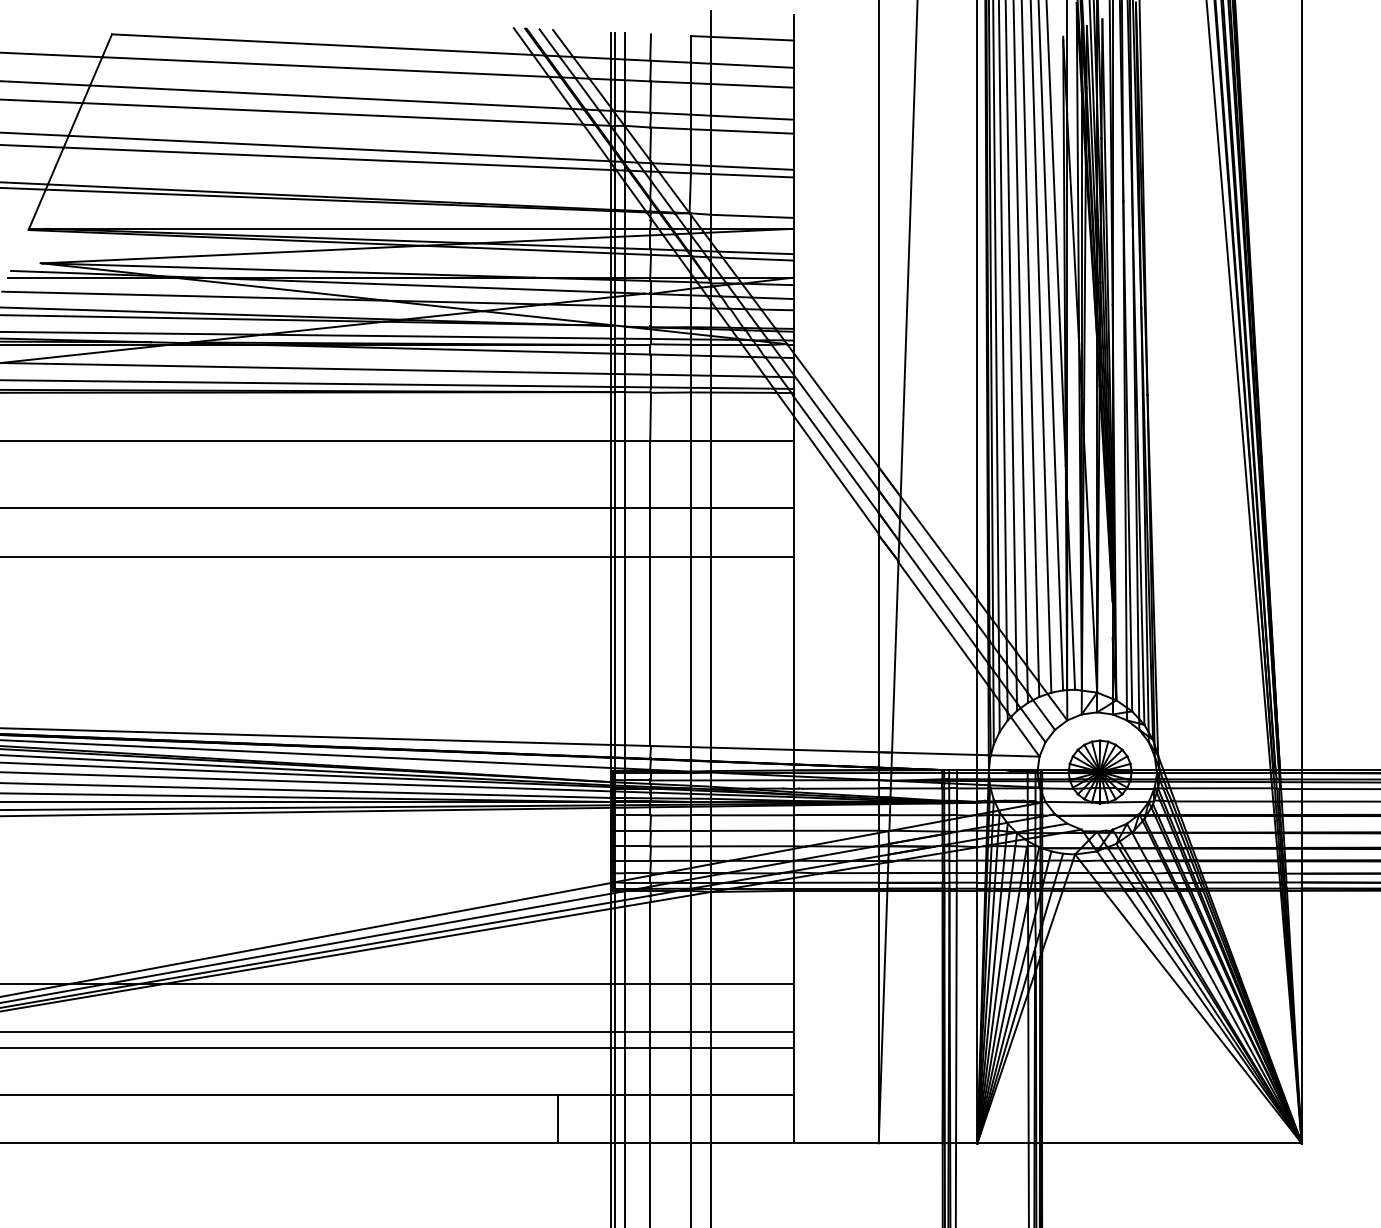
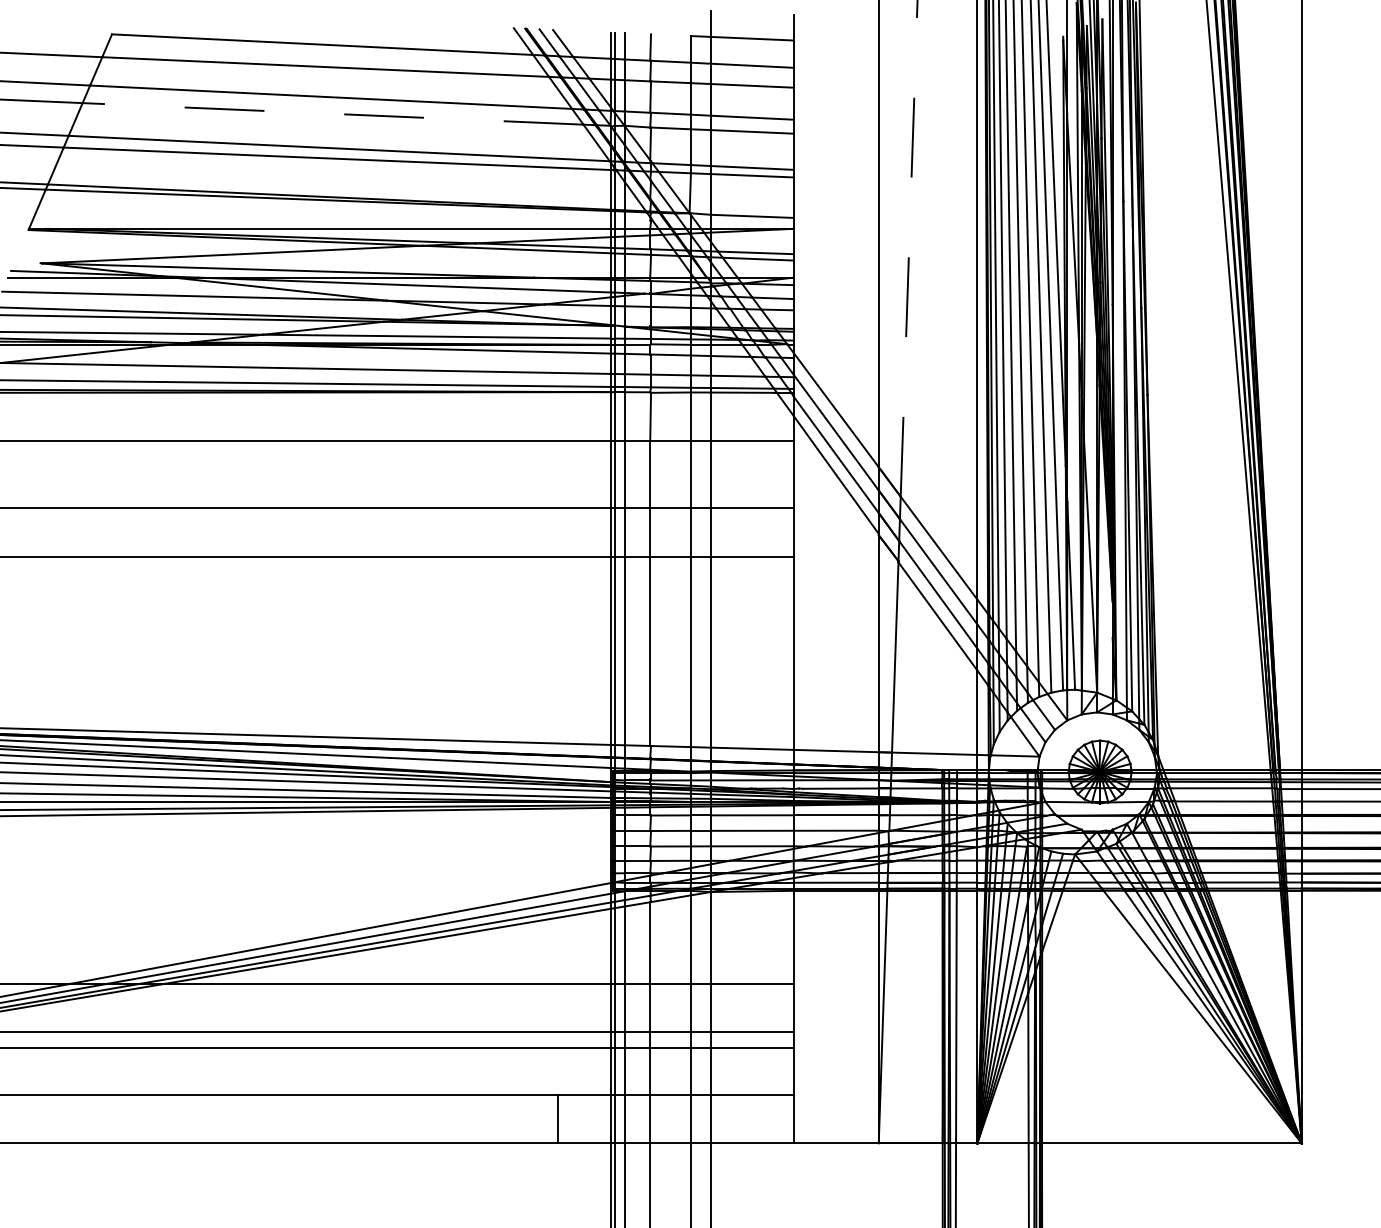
line at (333, 113): solid -> dashed
line at (909, 247): solid -> dashed
